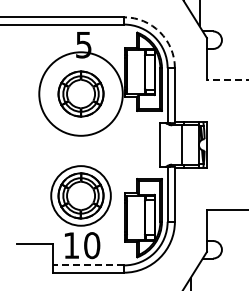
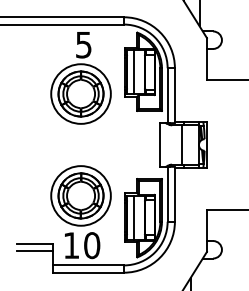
arc at (160, 32): dashed -> solid
line at (134, 72): none -> present
line at (227, 79): dashed -> solid
circle at (80, 93) diameter: 84 px -> 60 px
line at (134, 217): none -> present
line at (35, 250): none -> present
line at (88, 265): dashed -> solid
